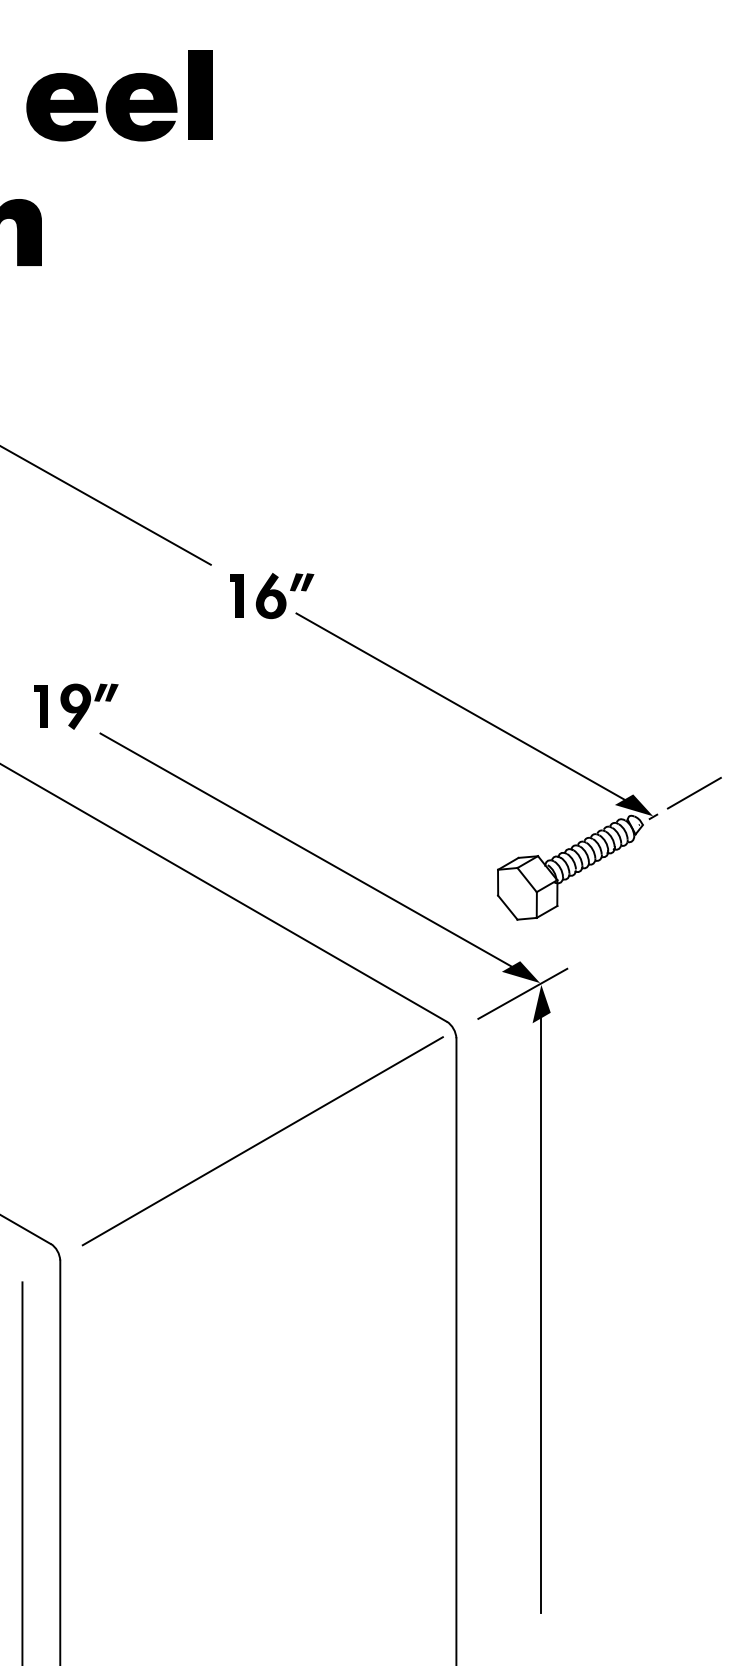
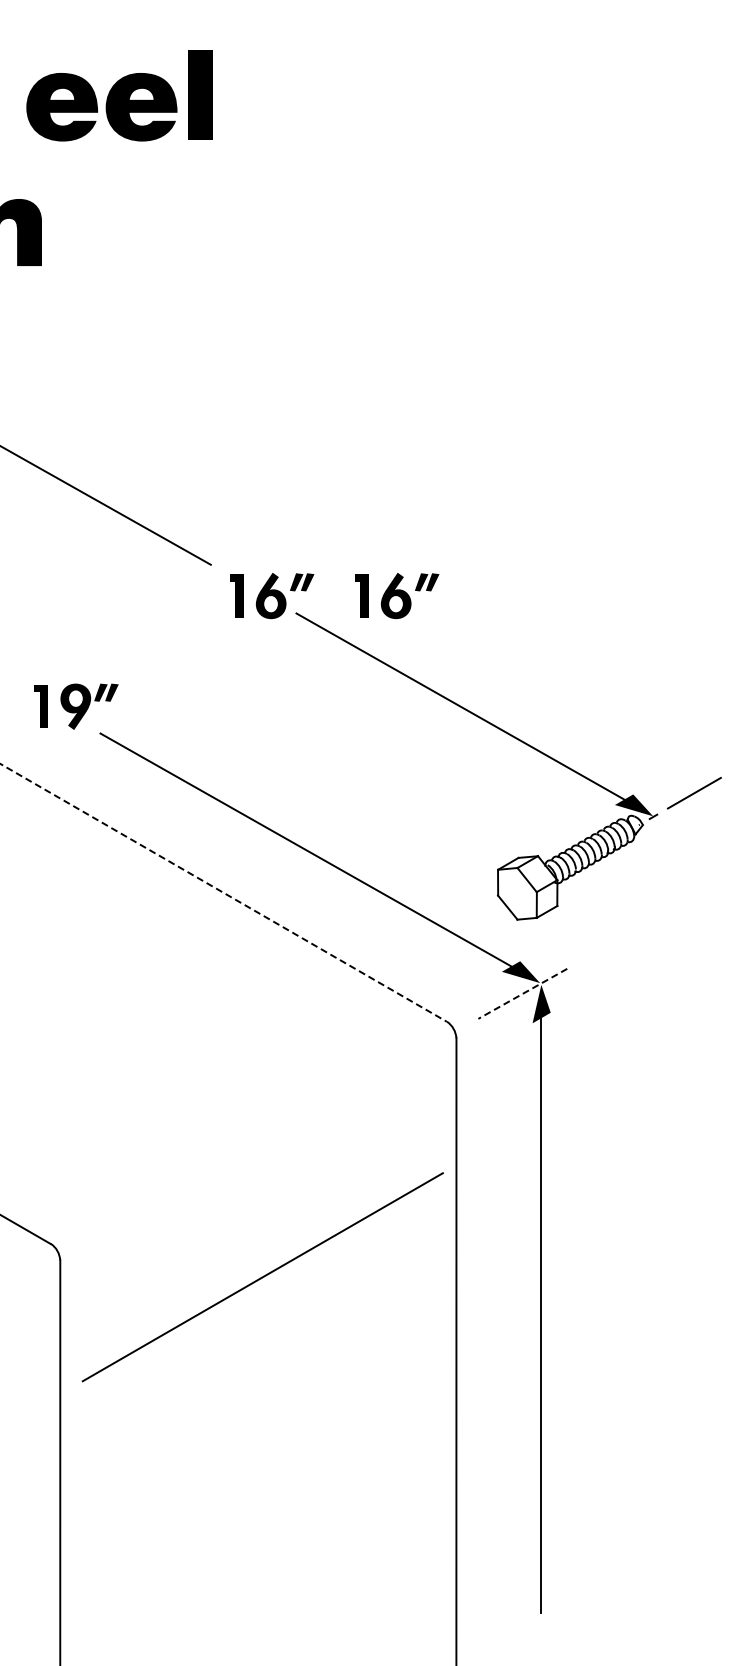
part at (397, 596): none -> present
line at (223, 892): solid -> dashed
line at (522, 994): solid -> dashed
line at (262, 1141) position: (262, 1141) -> (262, 1277)
line at (22, 1472): present -> none
